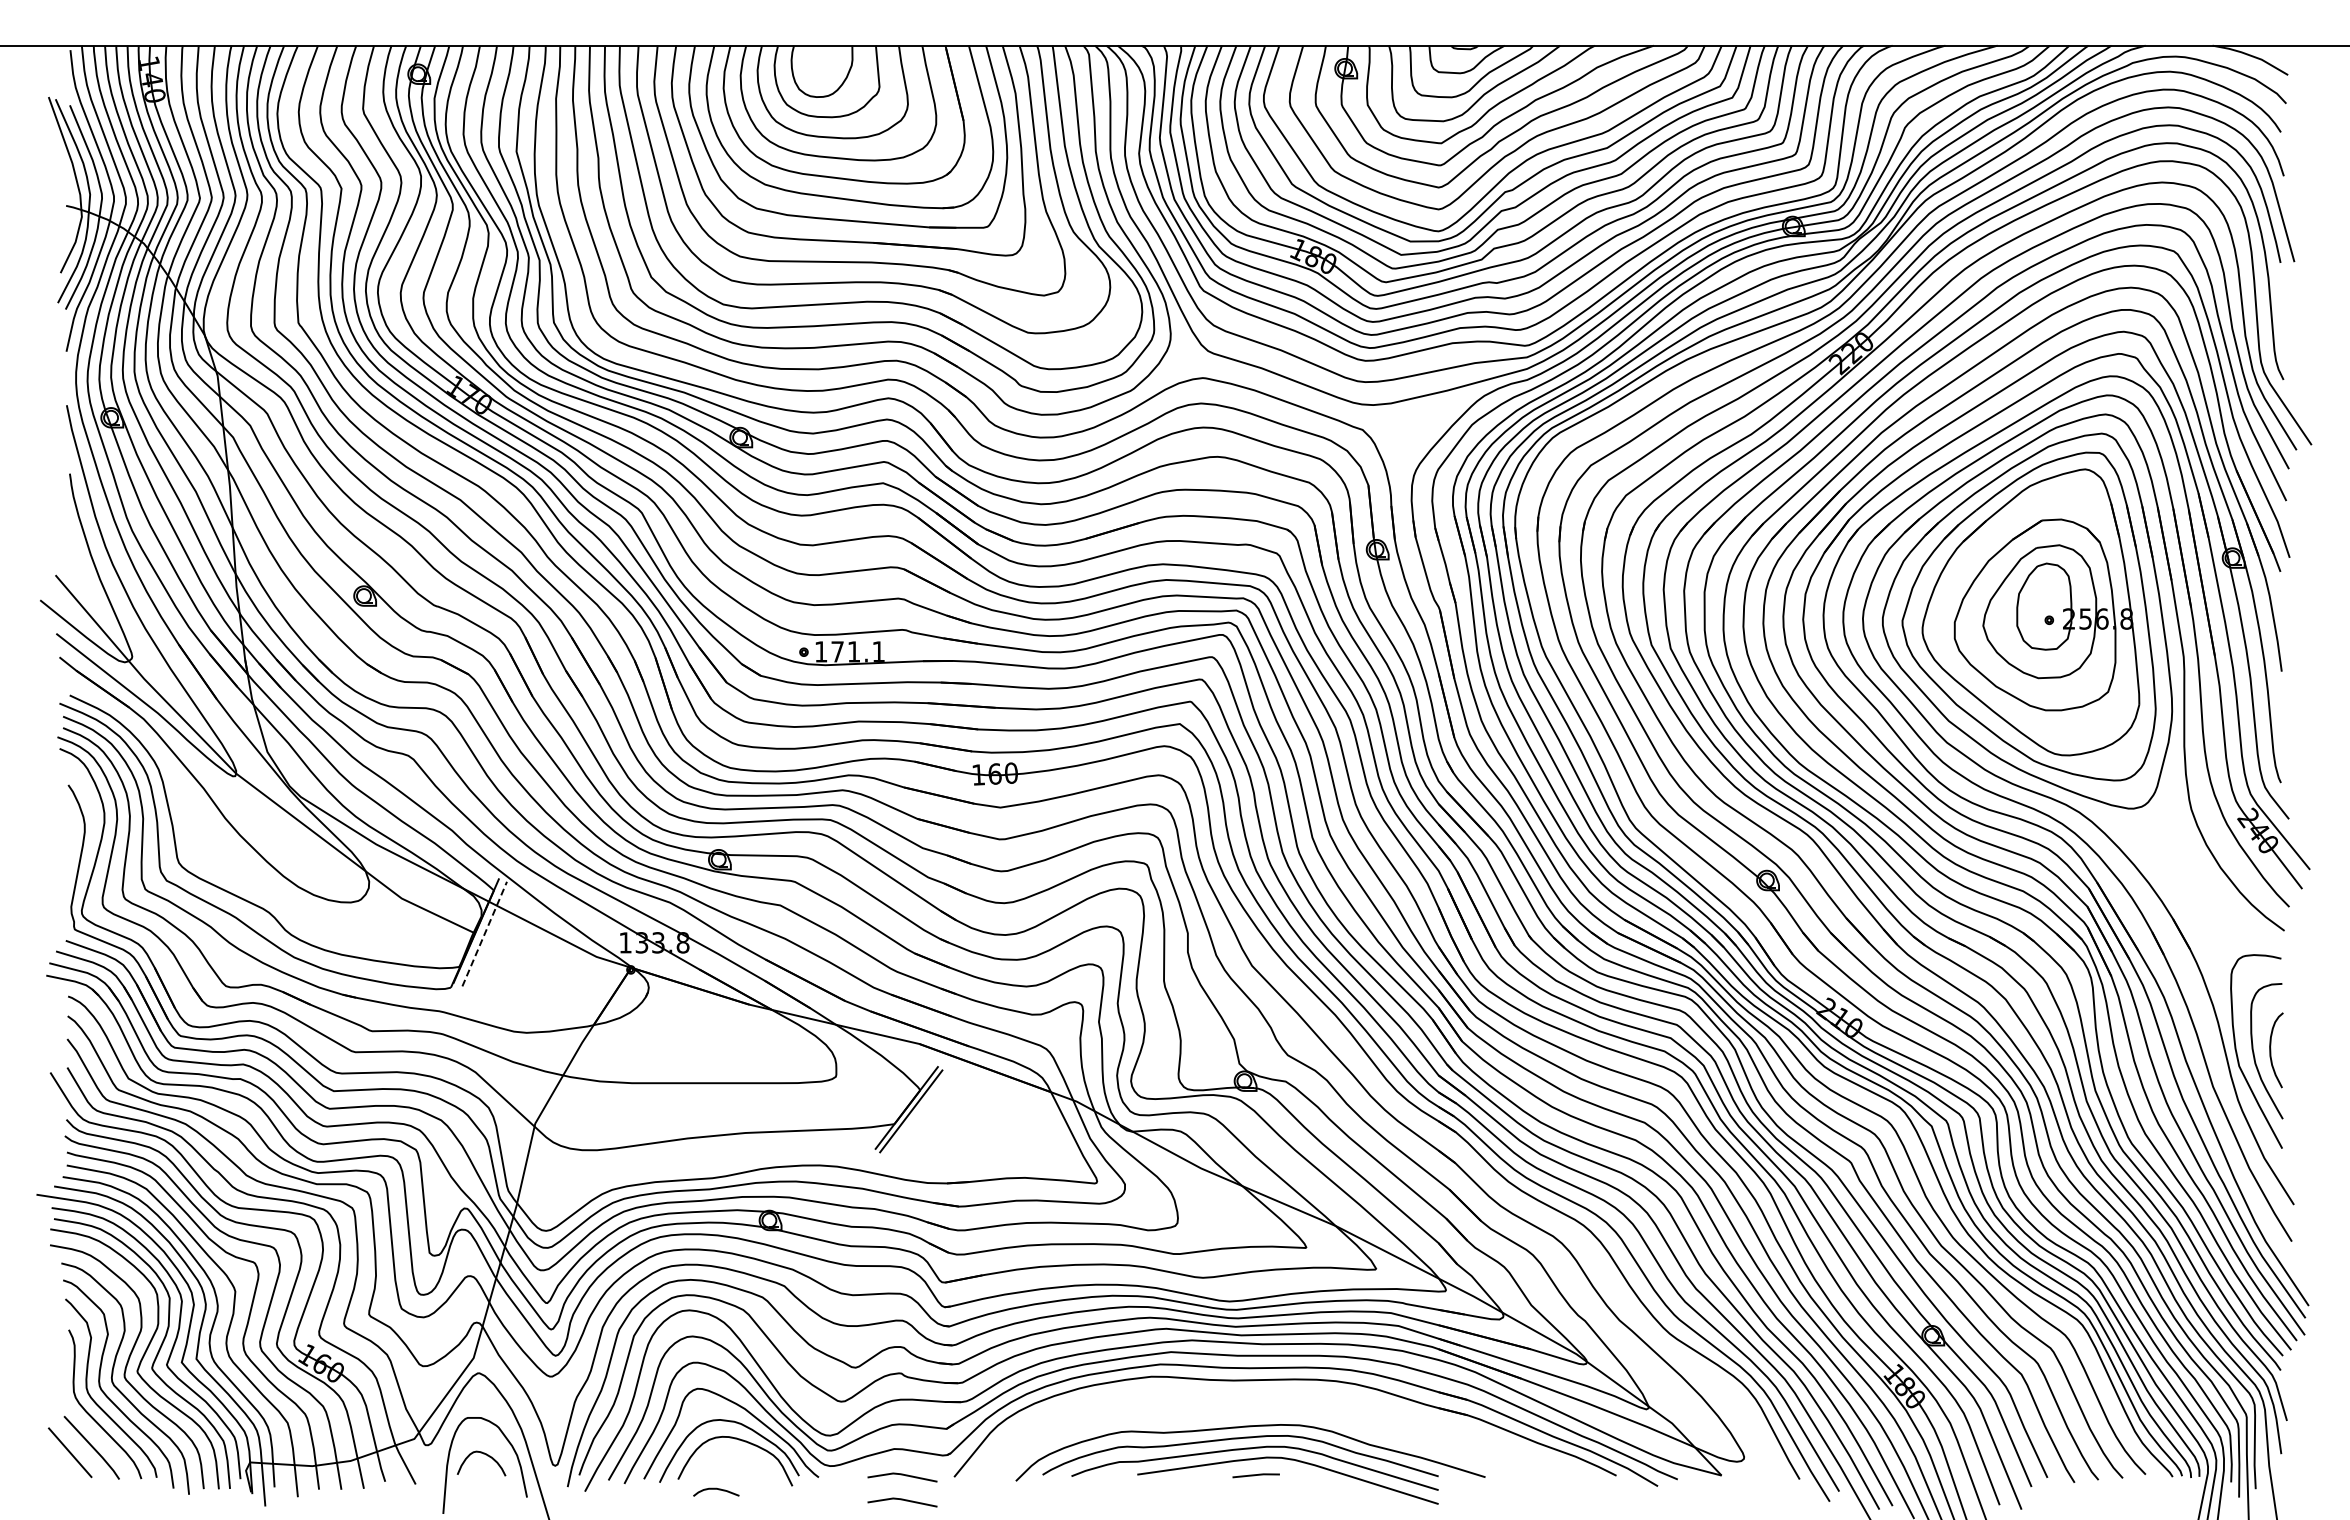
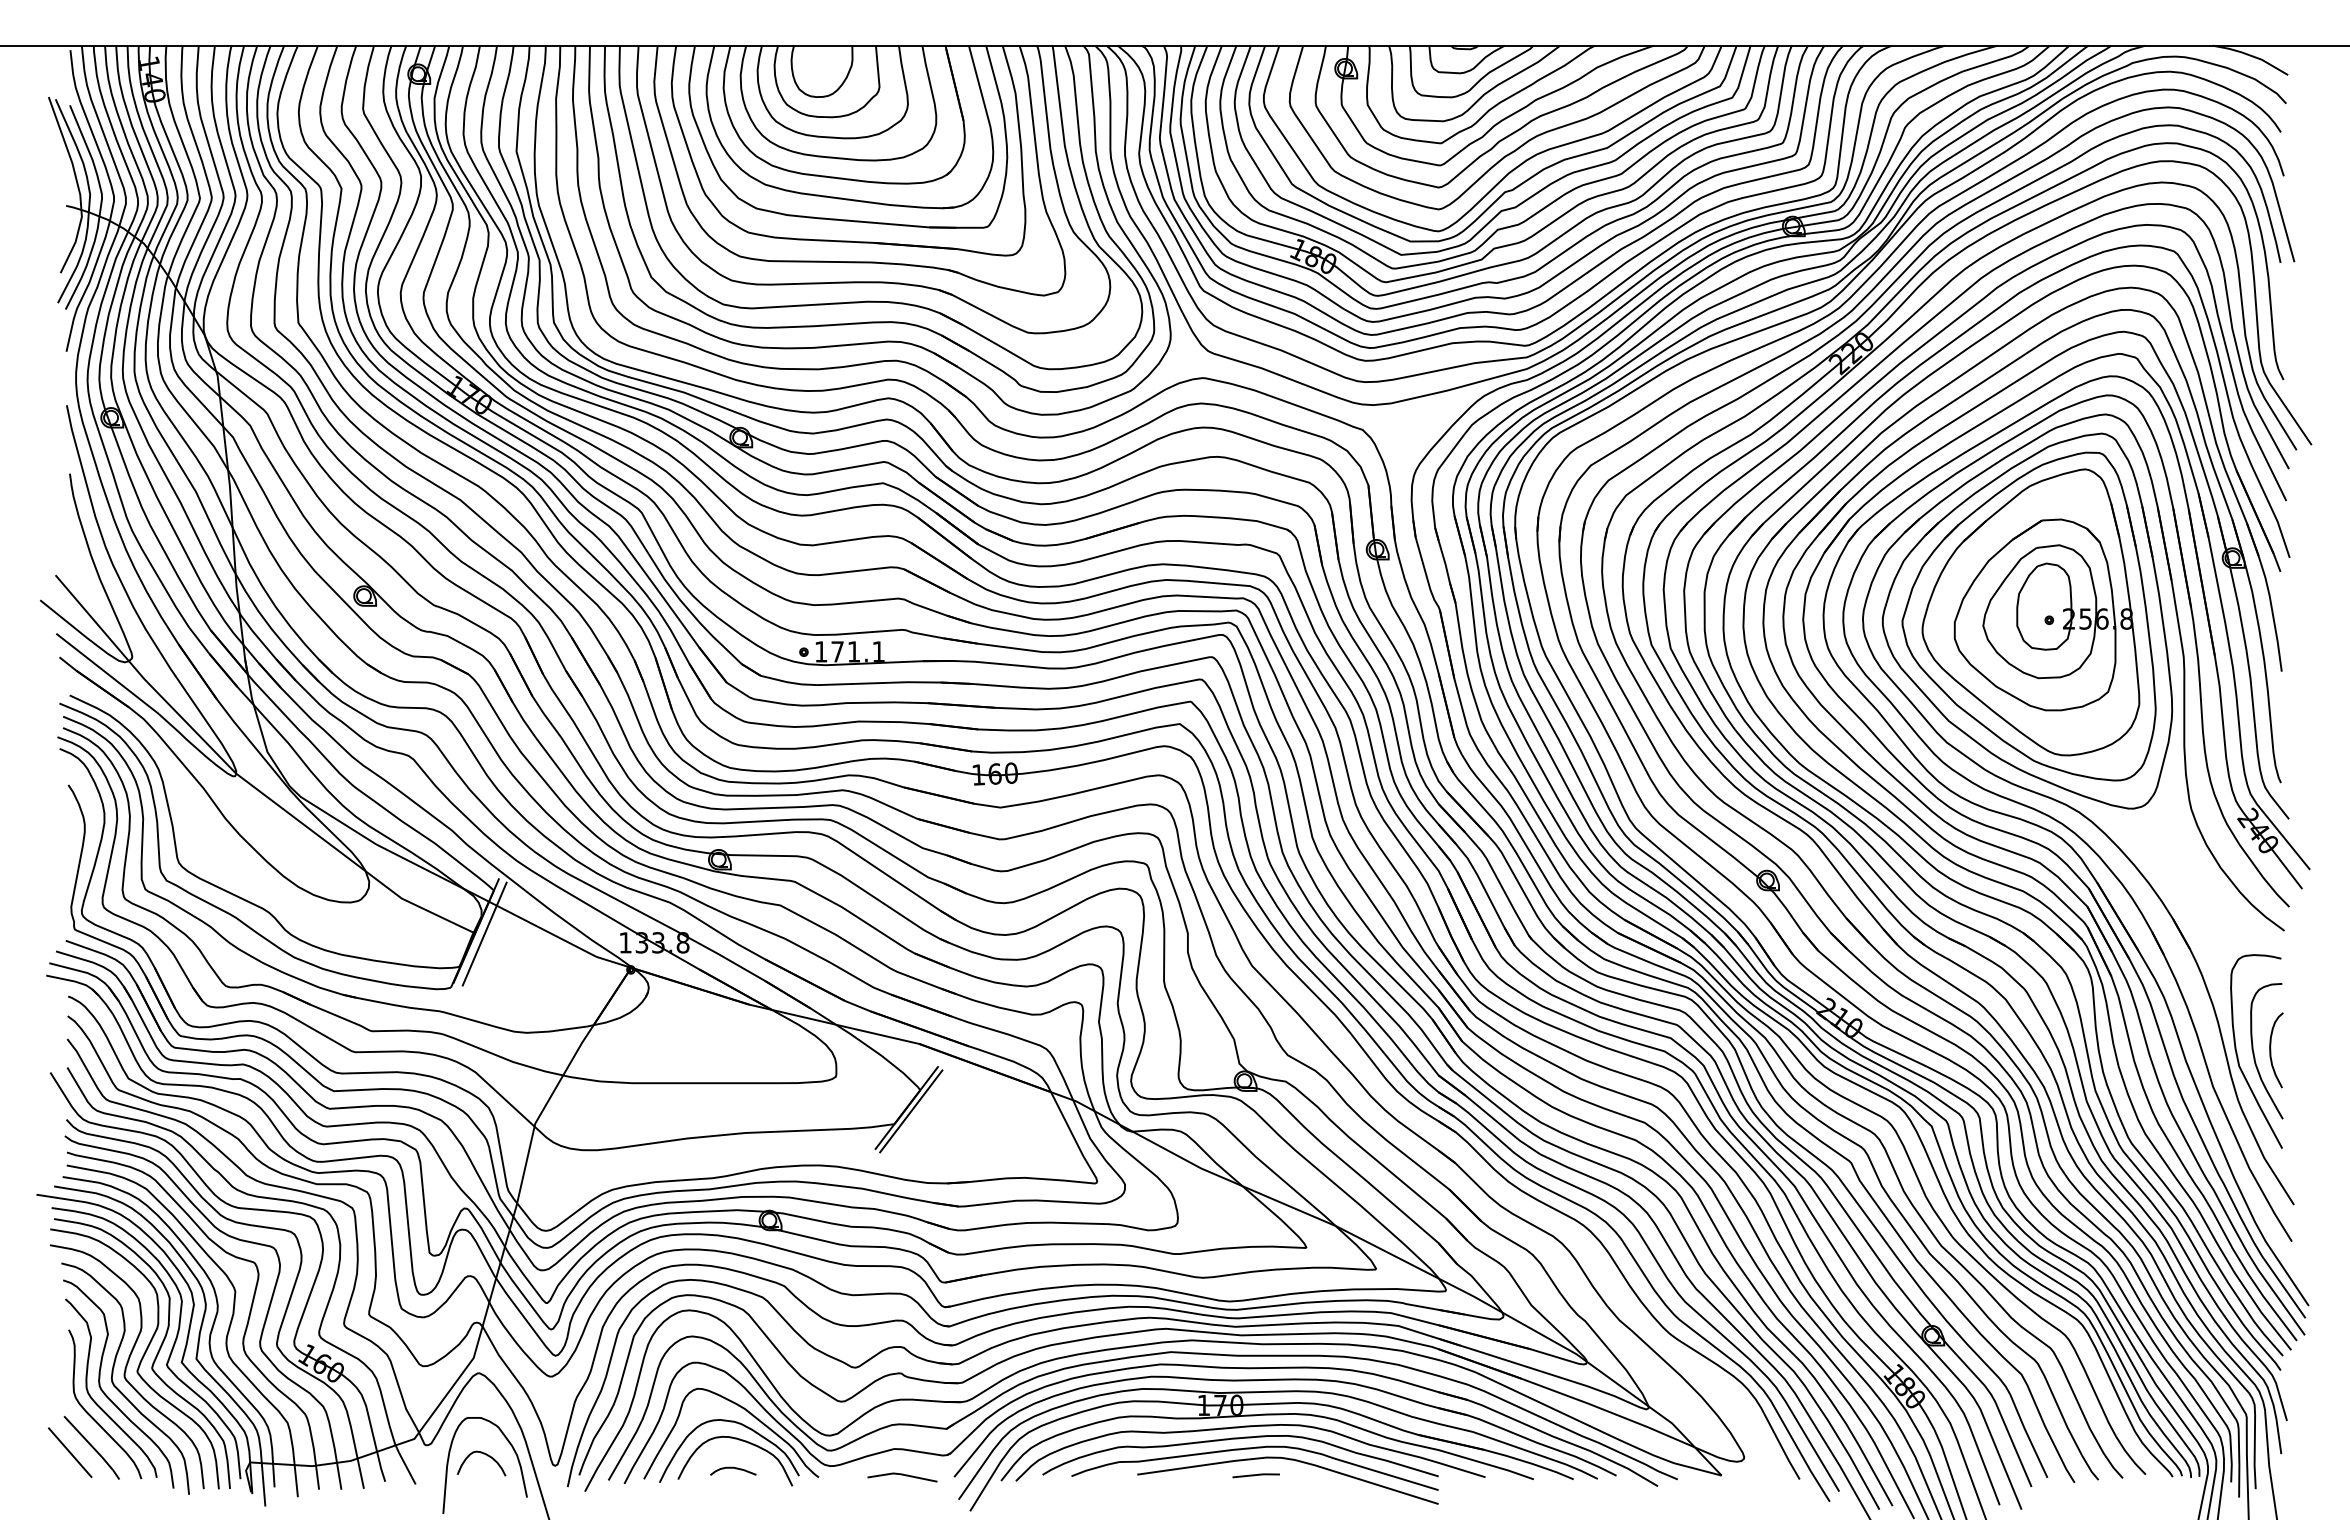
line at (485, 933): dashed -> solid
part at (1277, 1415): none -> present
curve at (716, 1489) position: (716, 1489) -> (733, 1468)
line at (902, 1500): present -> none
